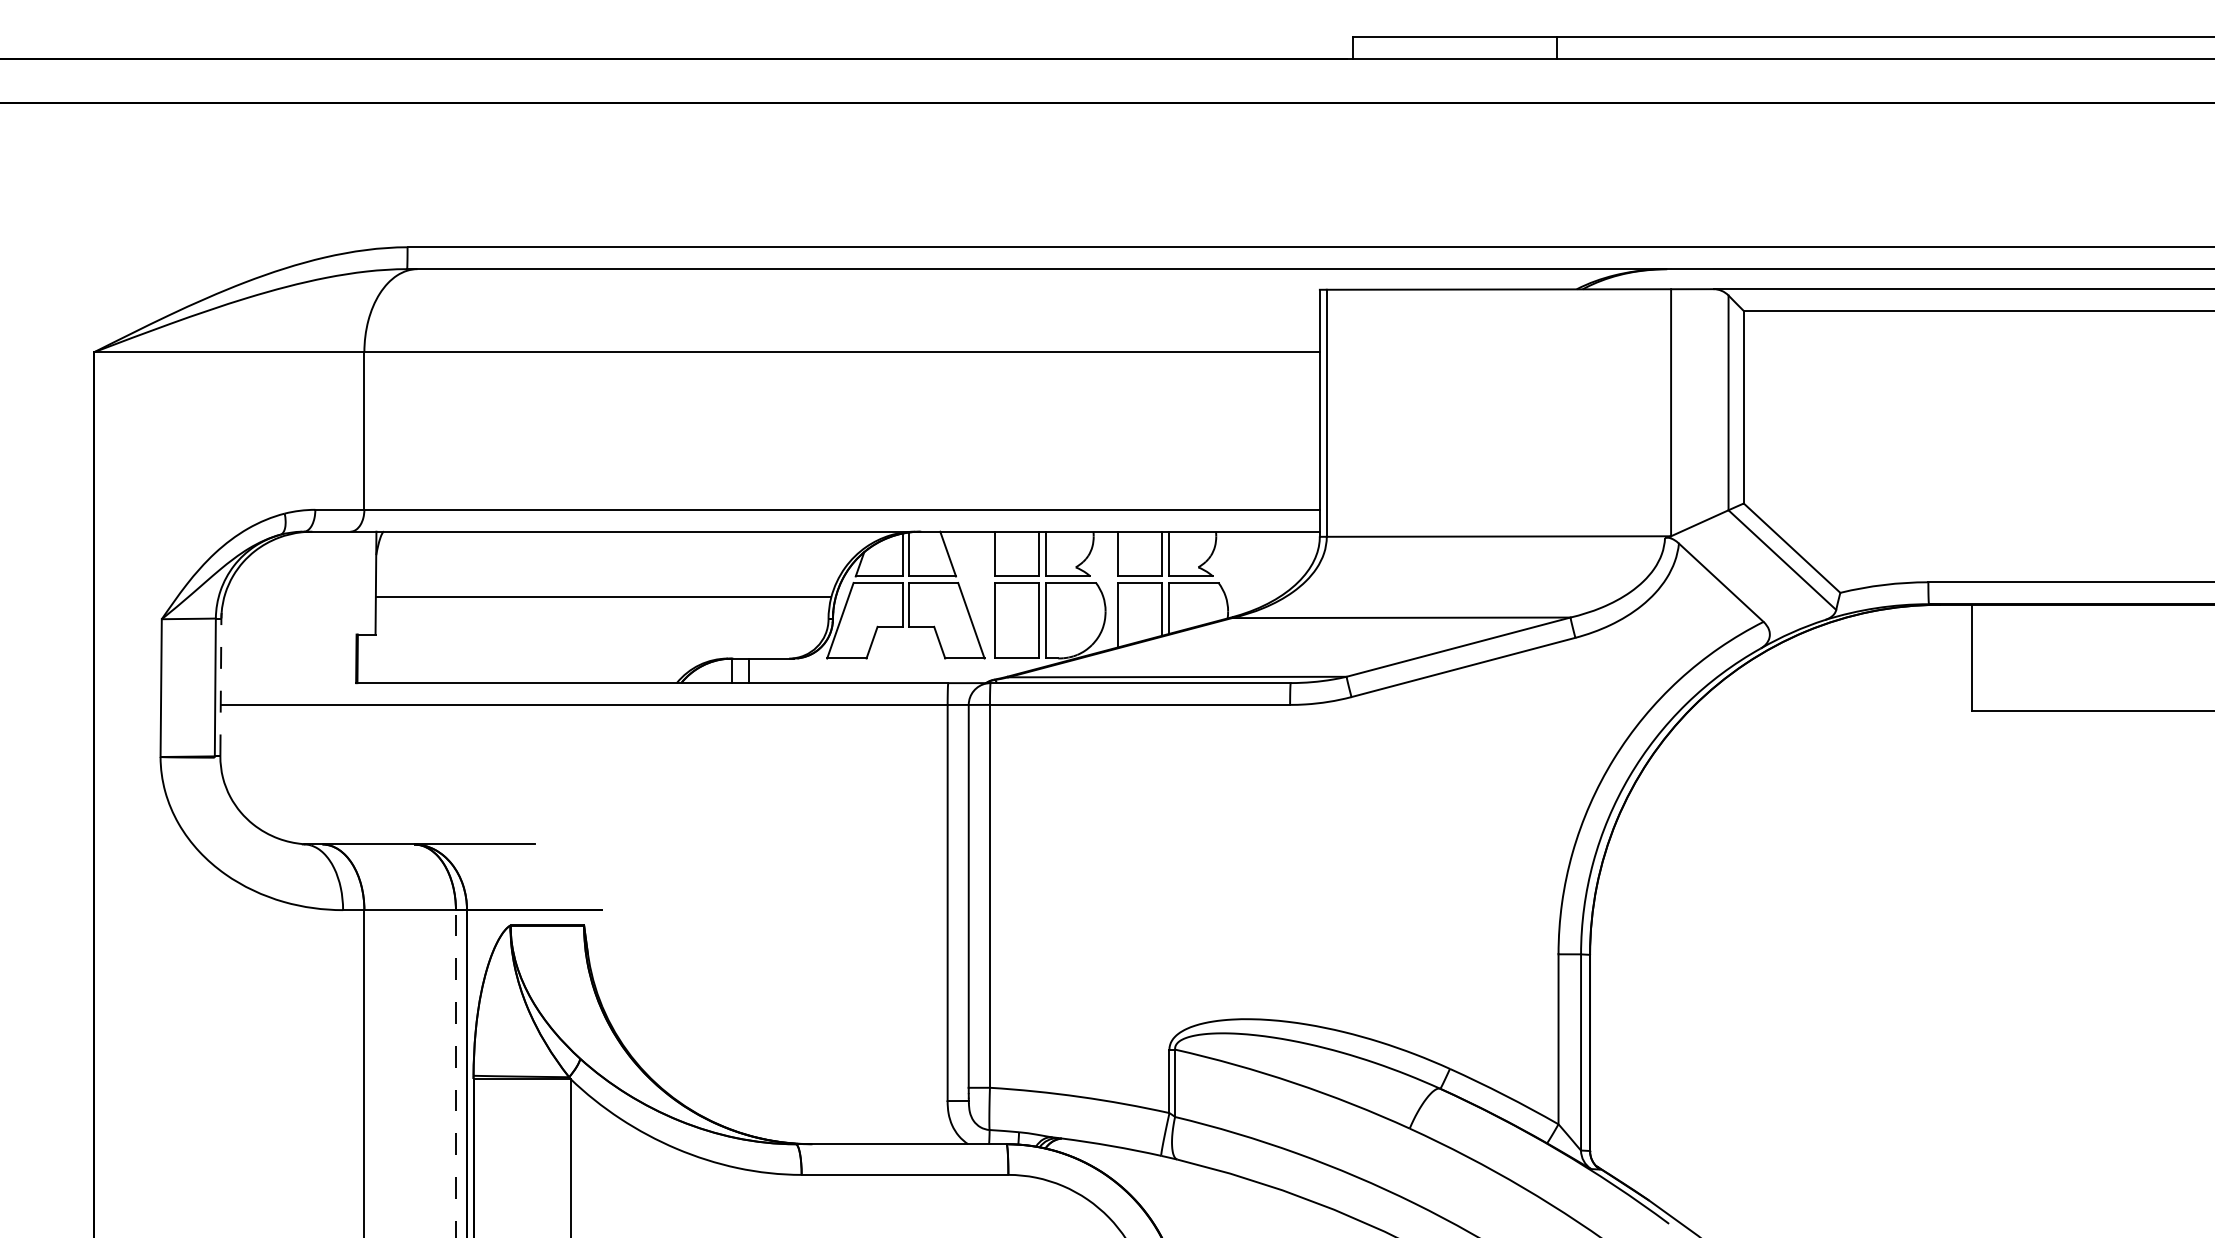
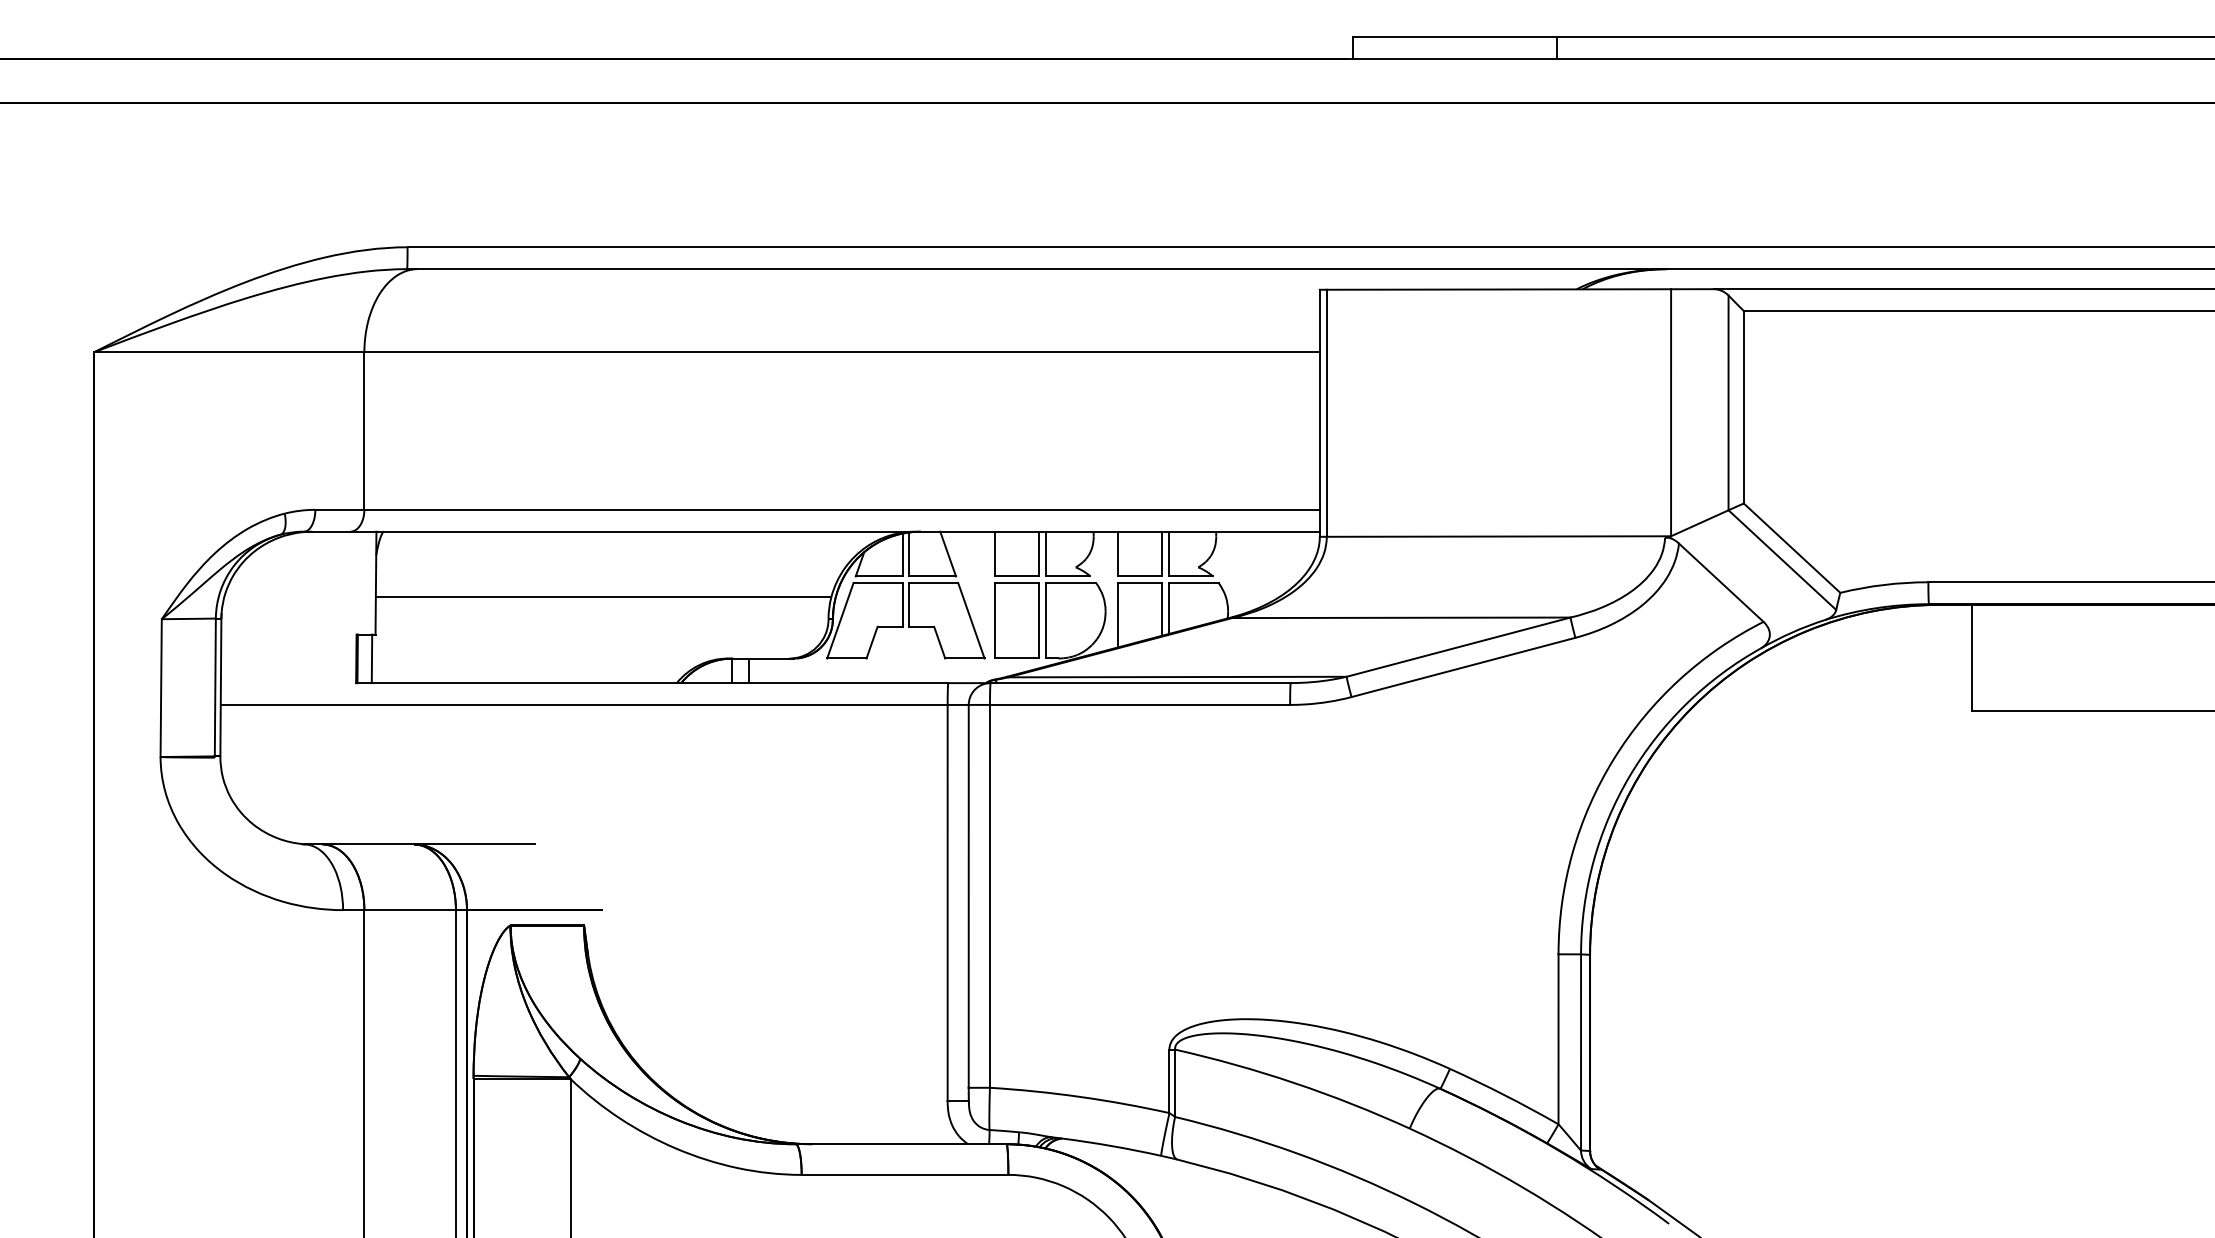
line at (371, 658): none -> present
line at (220, 687): dashed -> solid
line at (455, 1073): dashed -> solid
